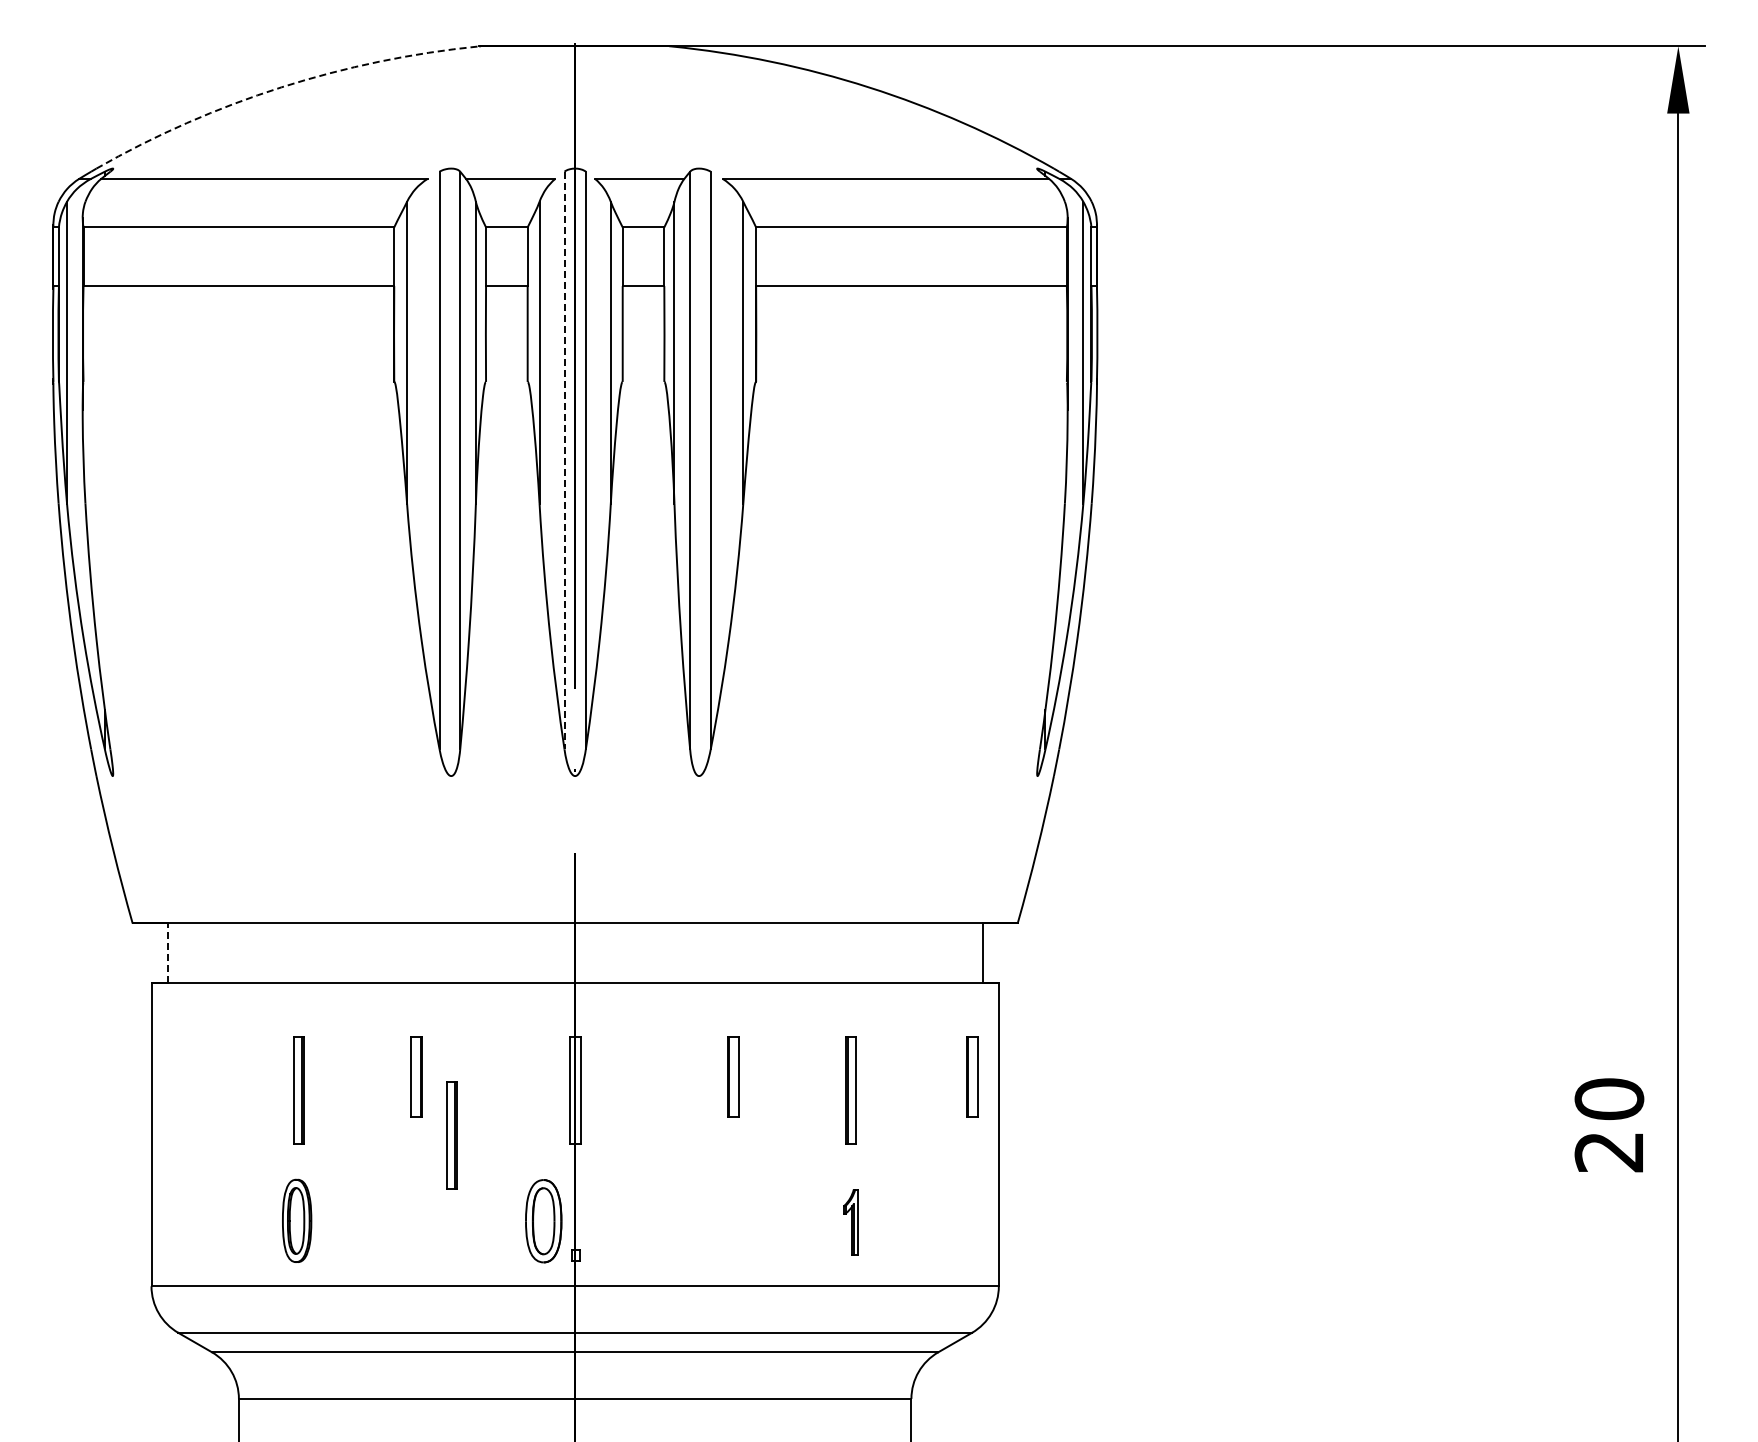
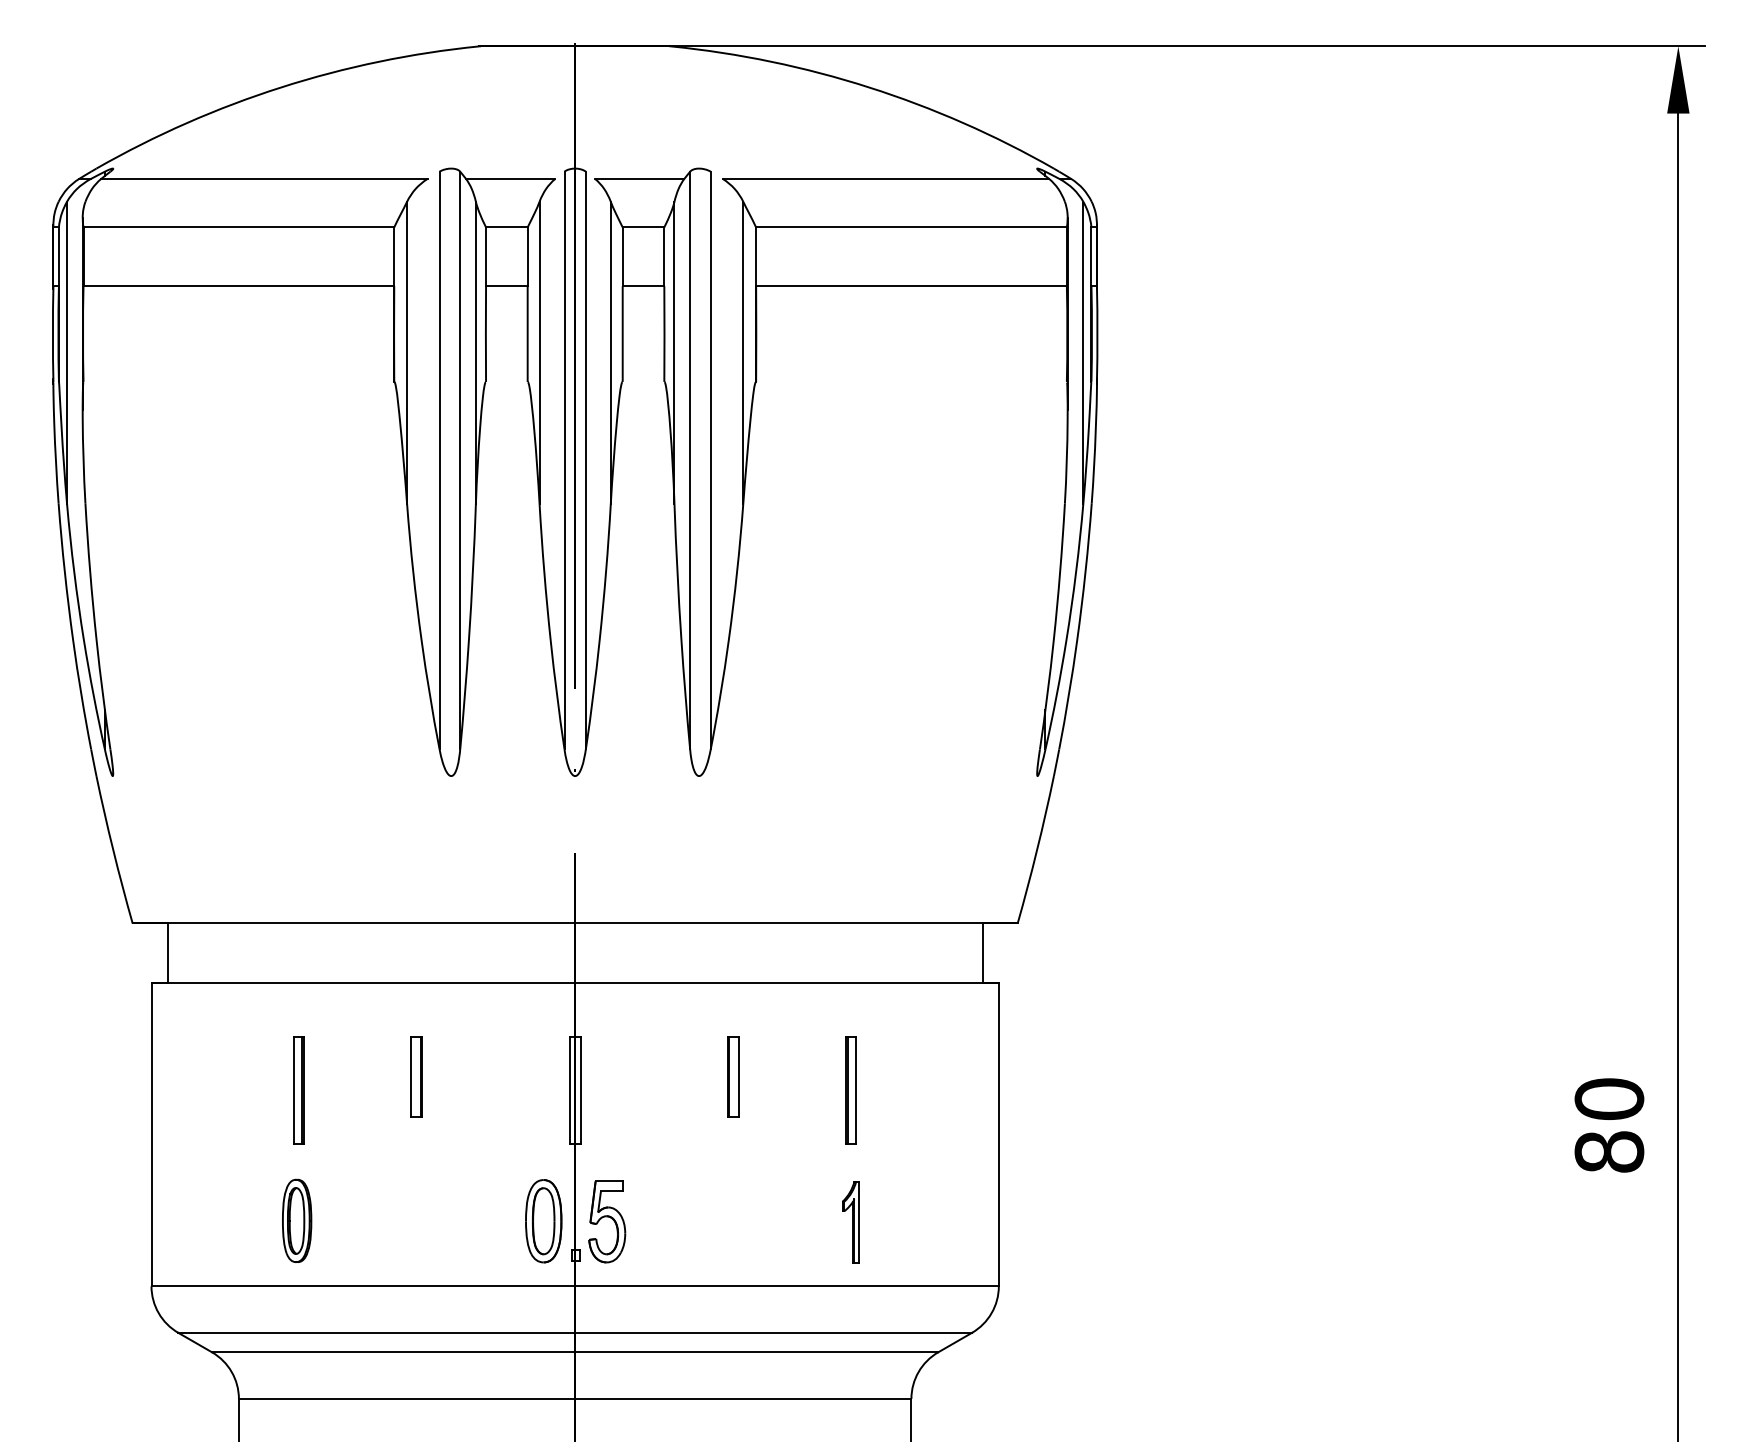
arc at (281, 87): dashed -> solid
line at (564, 460): dashed -> solid
line at (167, 953): dashed -> solid
part at (972, 1076): present -> none
part at (451, 1135): present -> none
text at (1609, 1151): 20 -> 80
part at (607, 1221): none -> present
part at (850, 1222) size: 16x67 px -> 18x83 px
